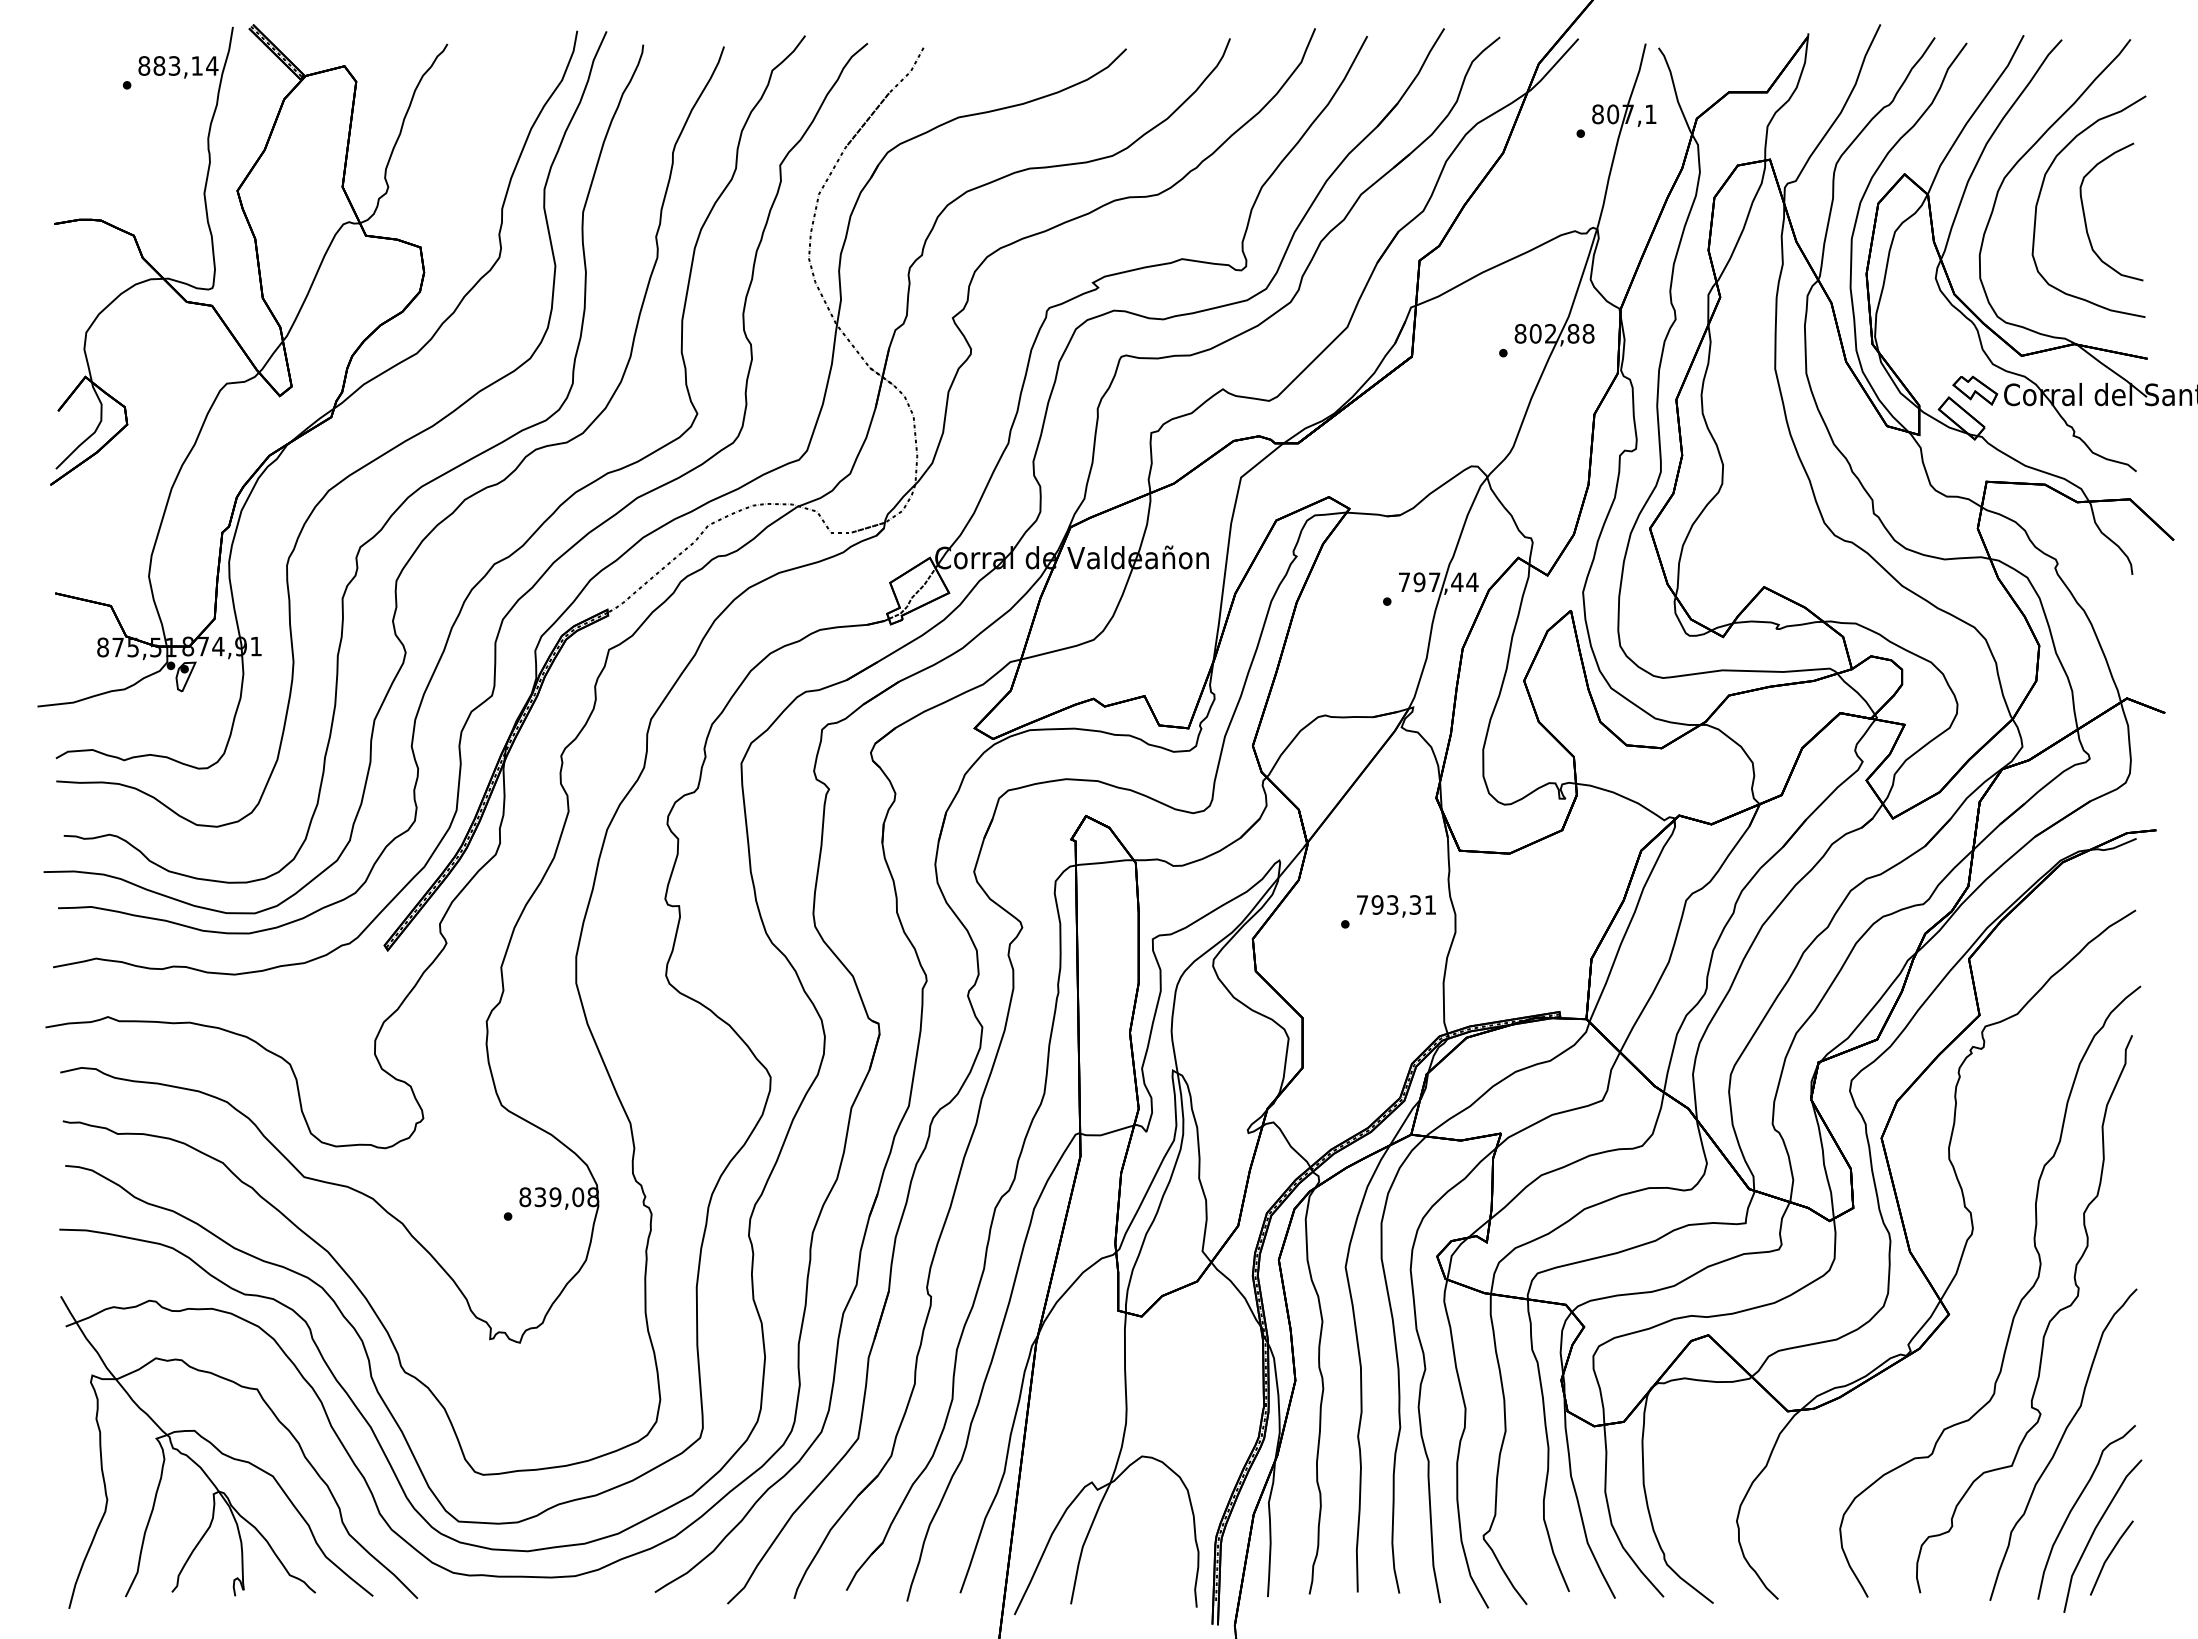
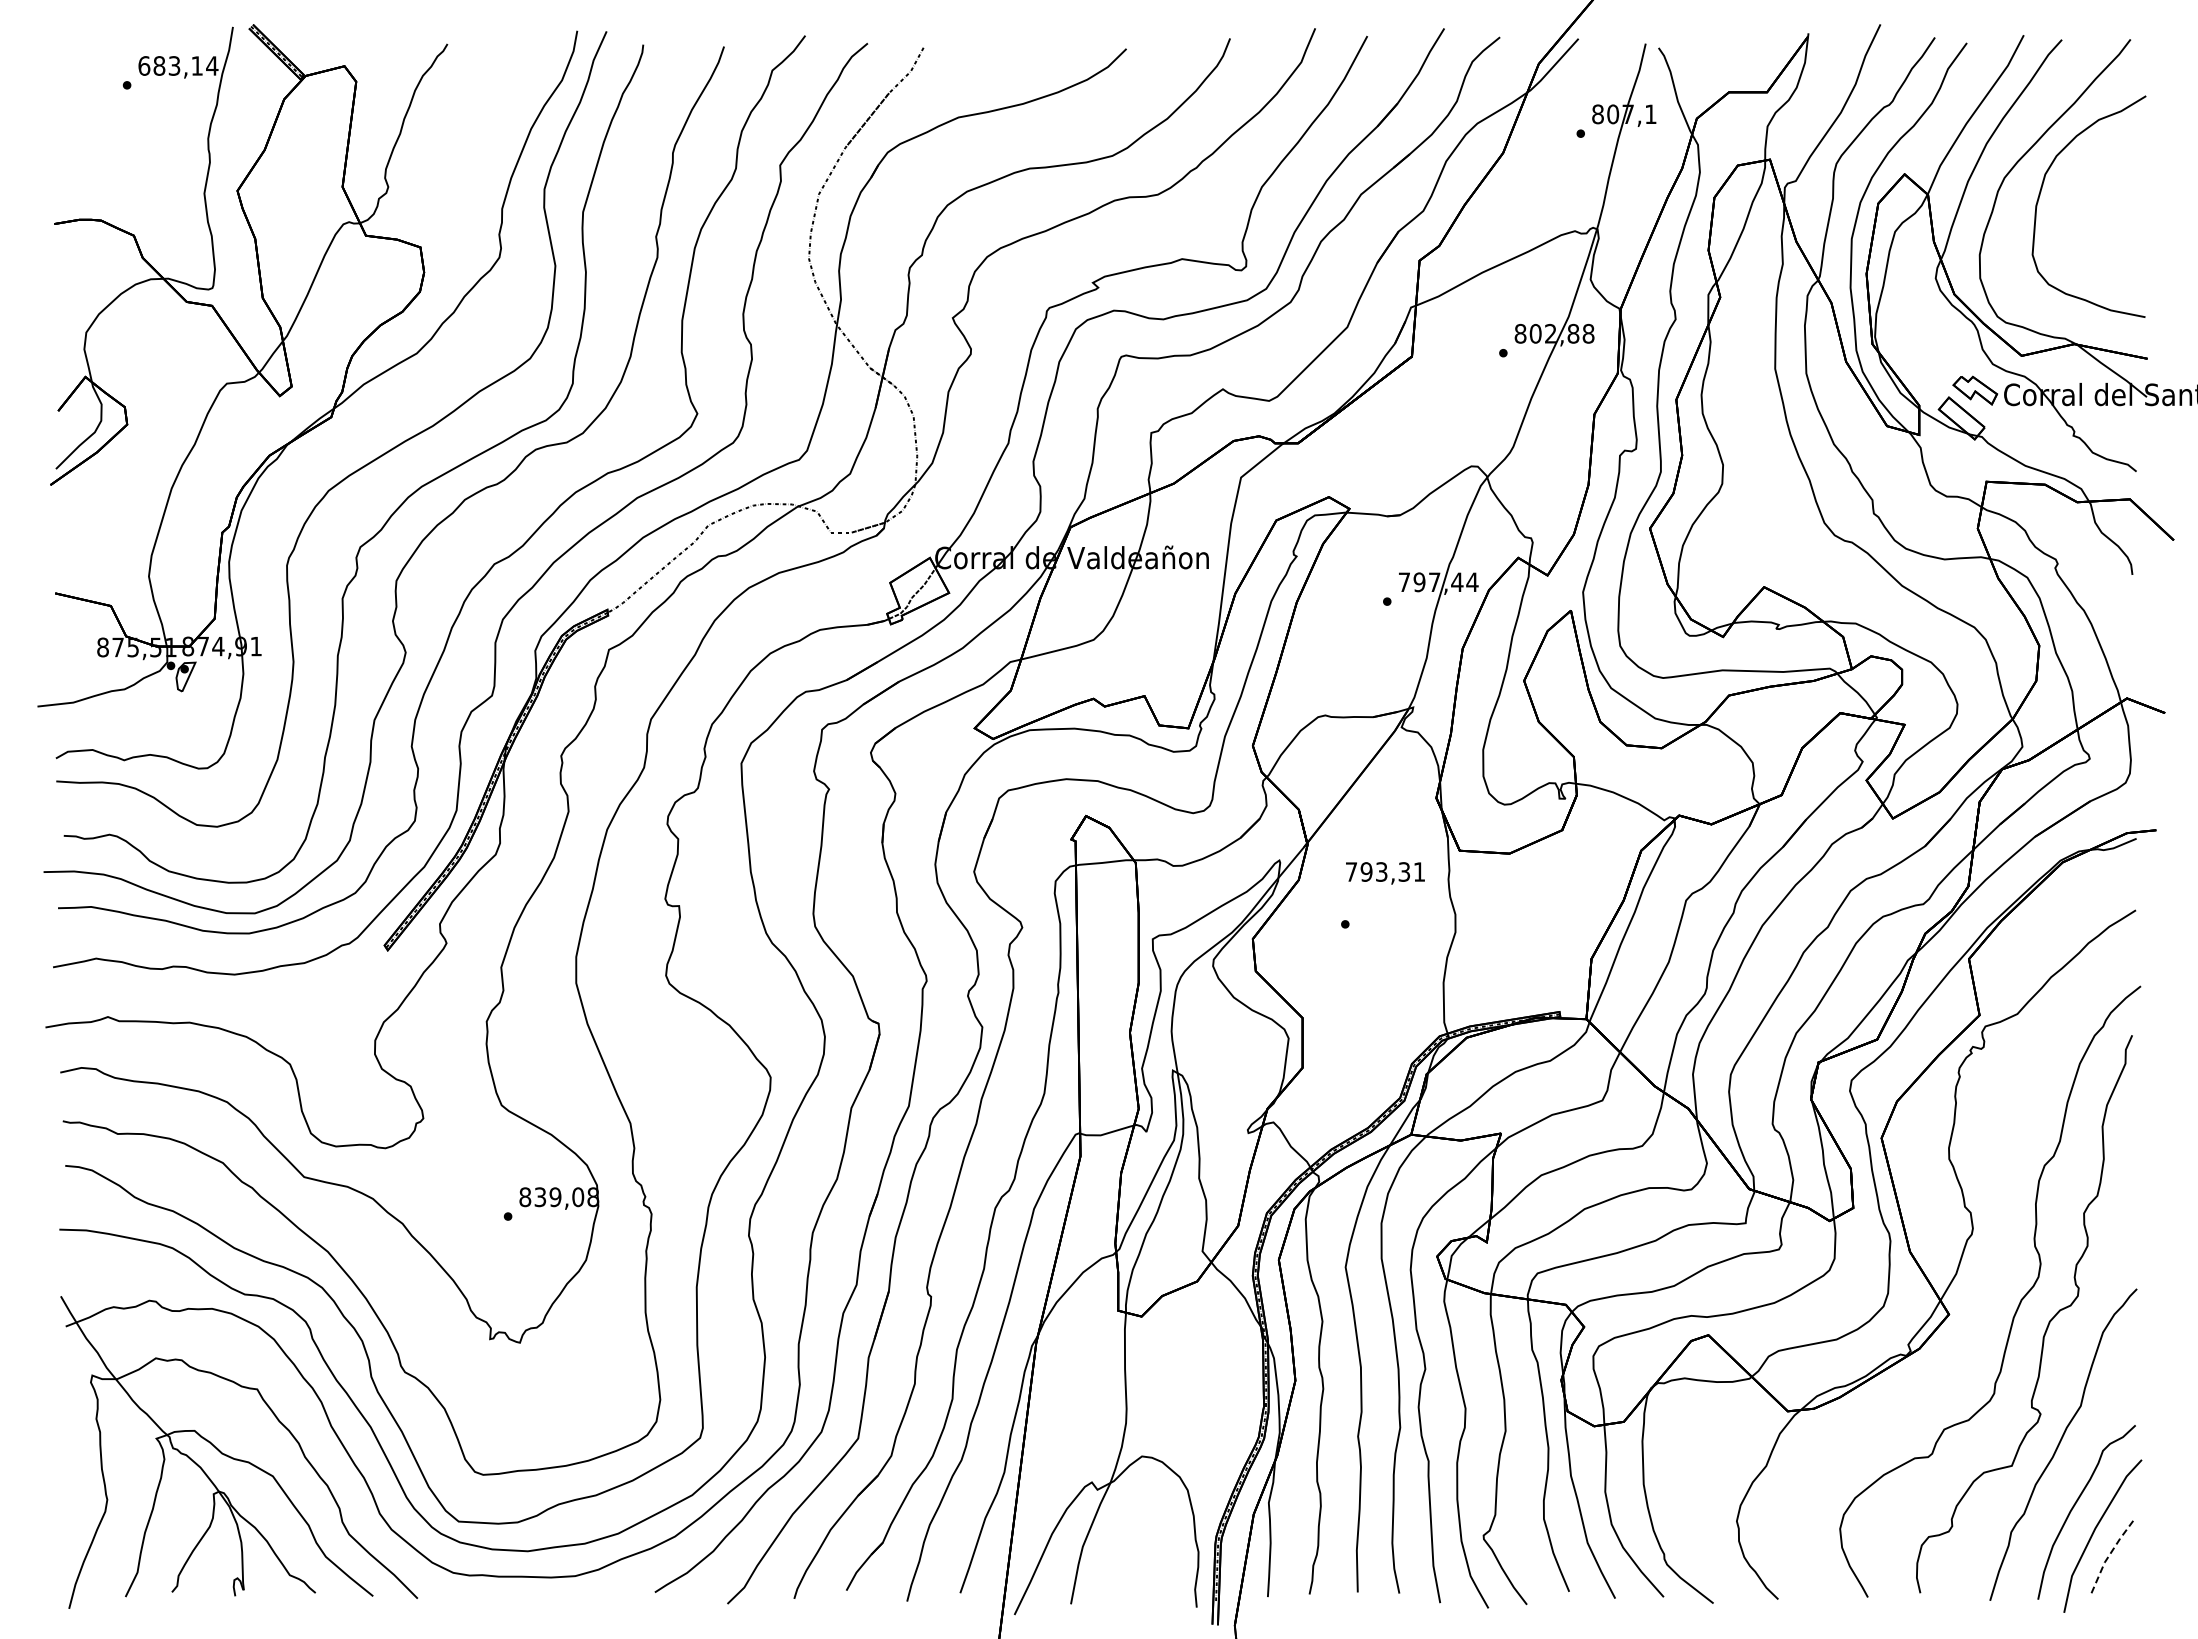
text at (144, 65): 883,14 -> 683,14
curve at (2085, 215): present -> none
text at (1396, 906) position: (1396, 906) -> (1385, 873)
line at (2109, 1555): solid -> dashed
